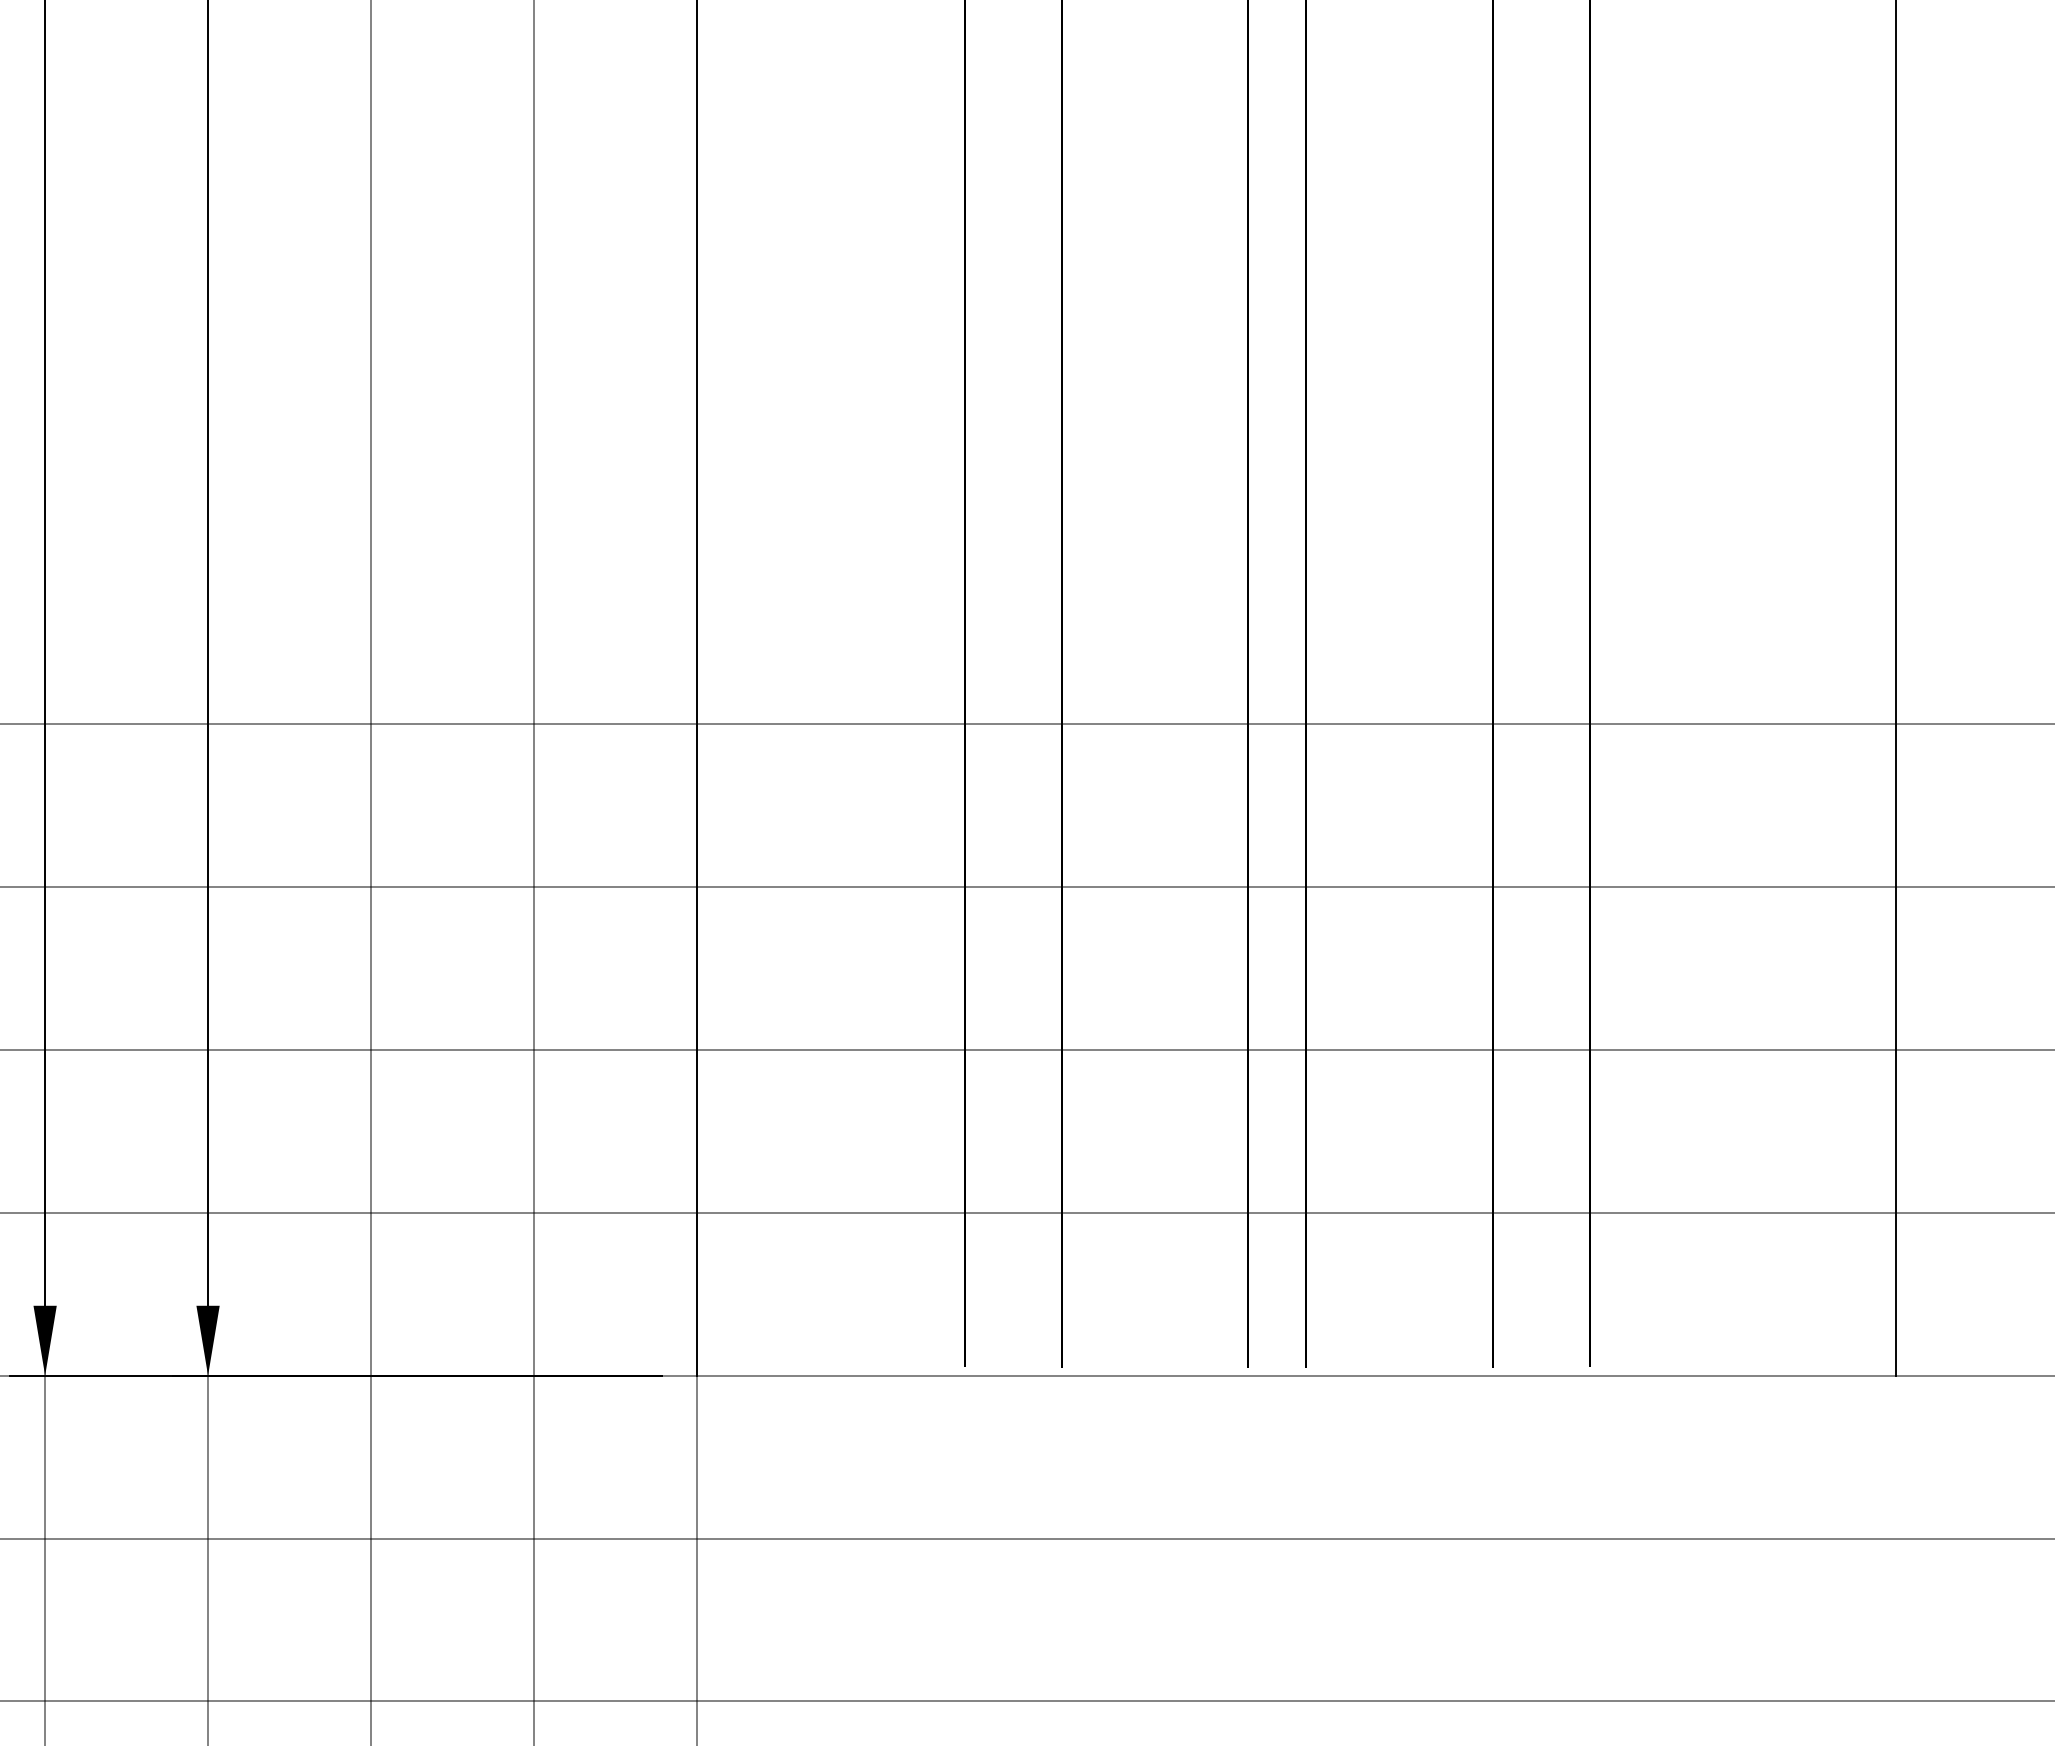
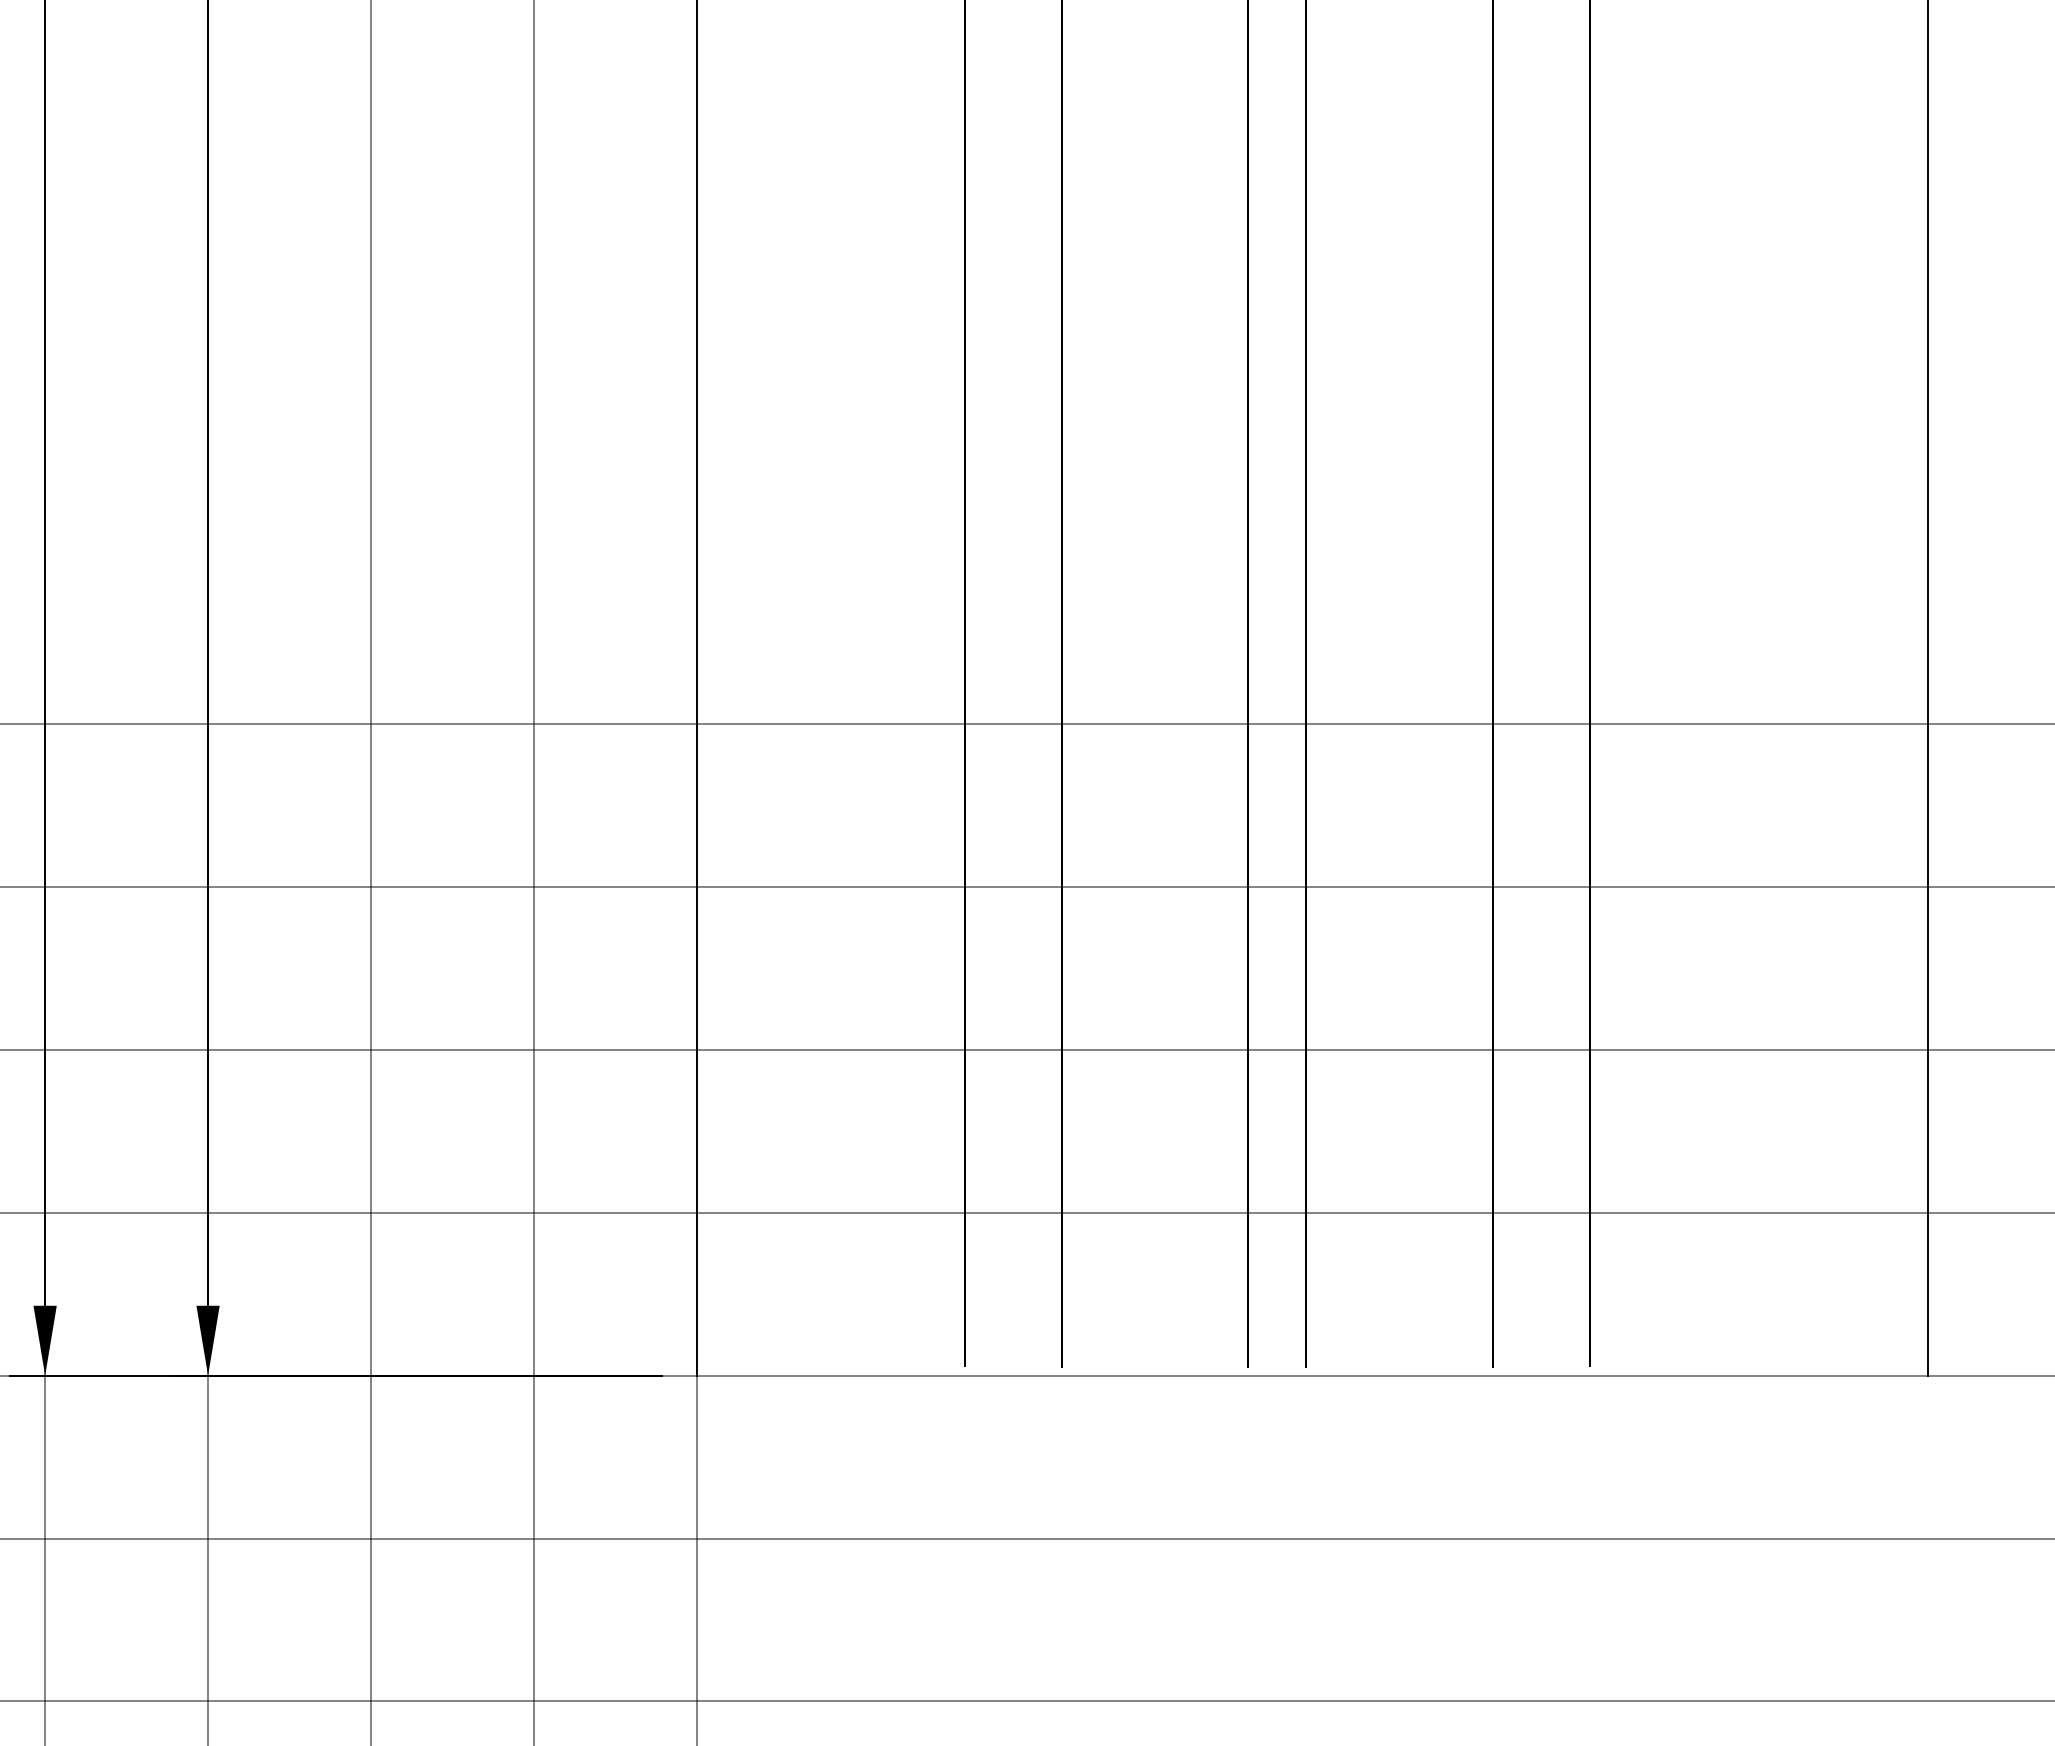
line at (1895, 688) position: (1895, 688) -> (1927, 688)
